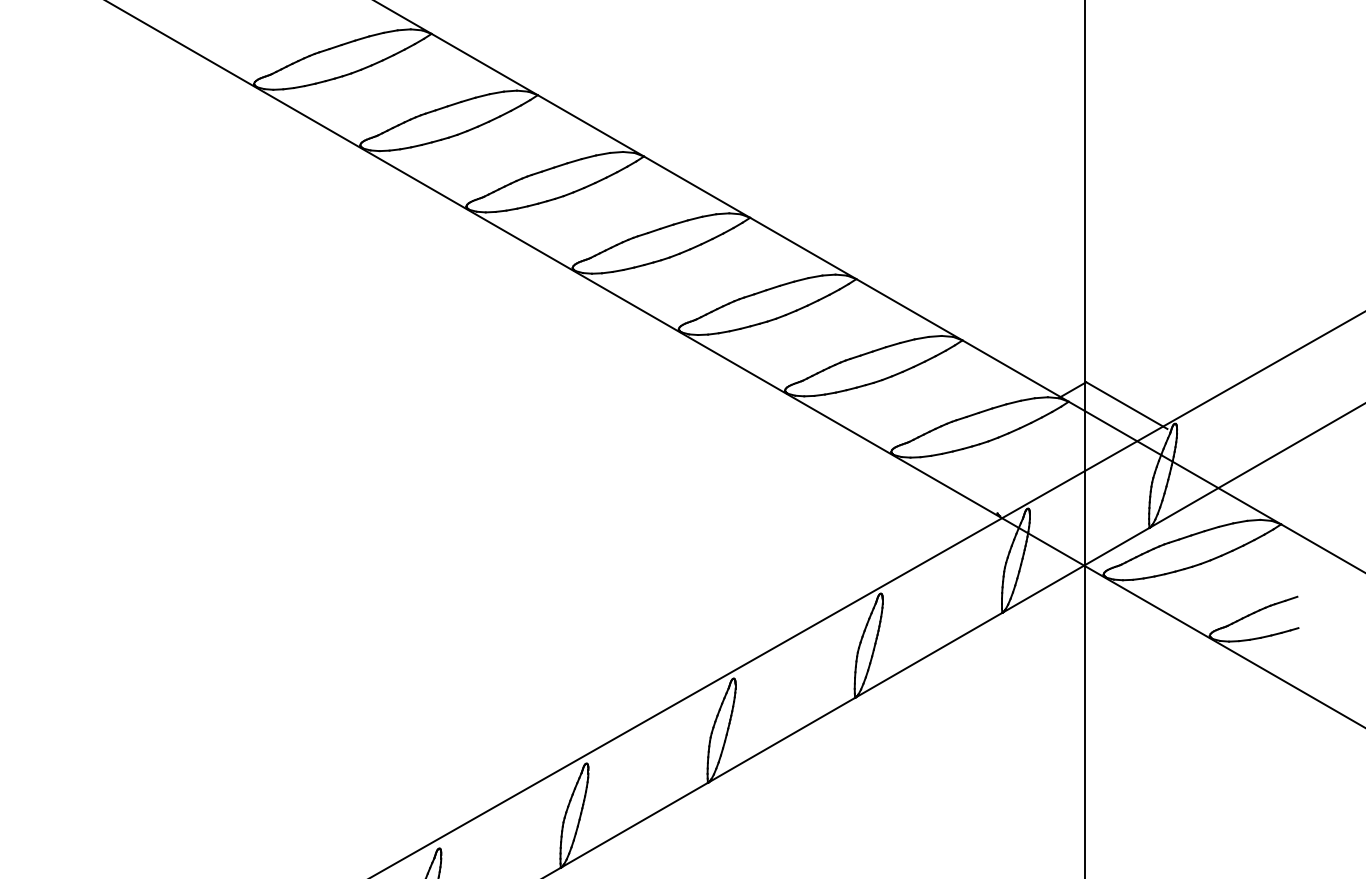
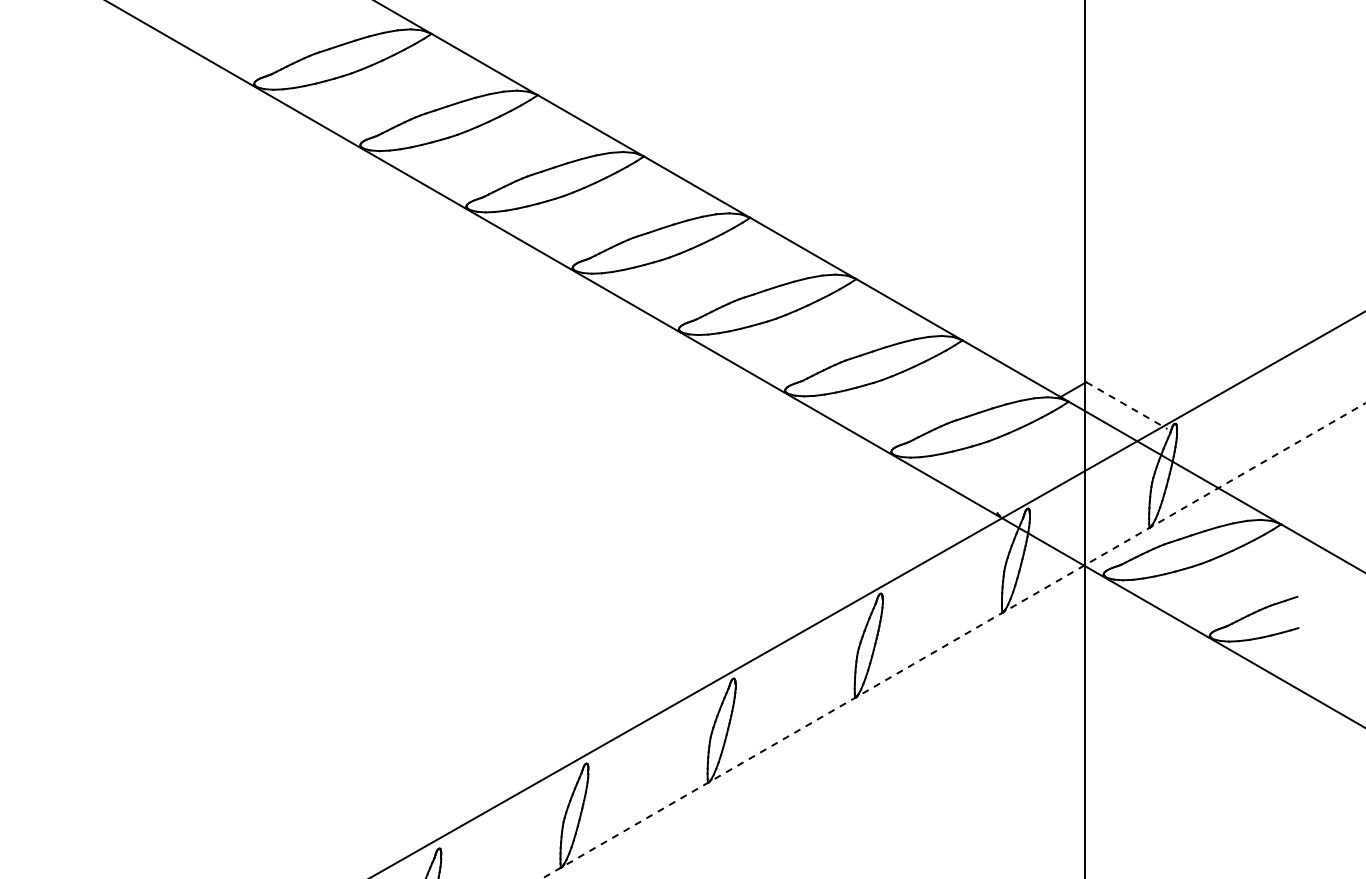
line at (1126, 405): solid -> dashed
line at (953, 640): solid -> dashed
